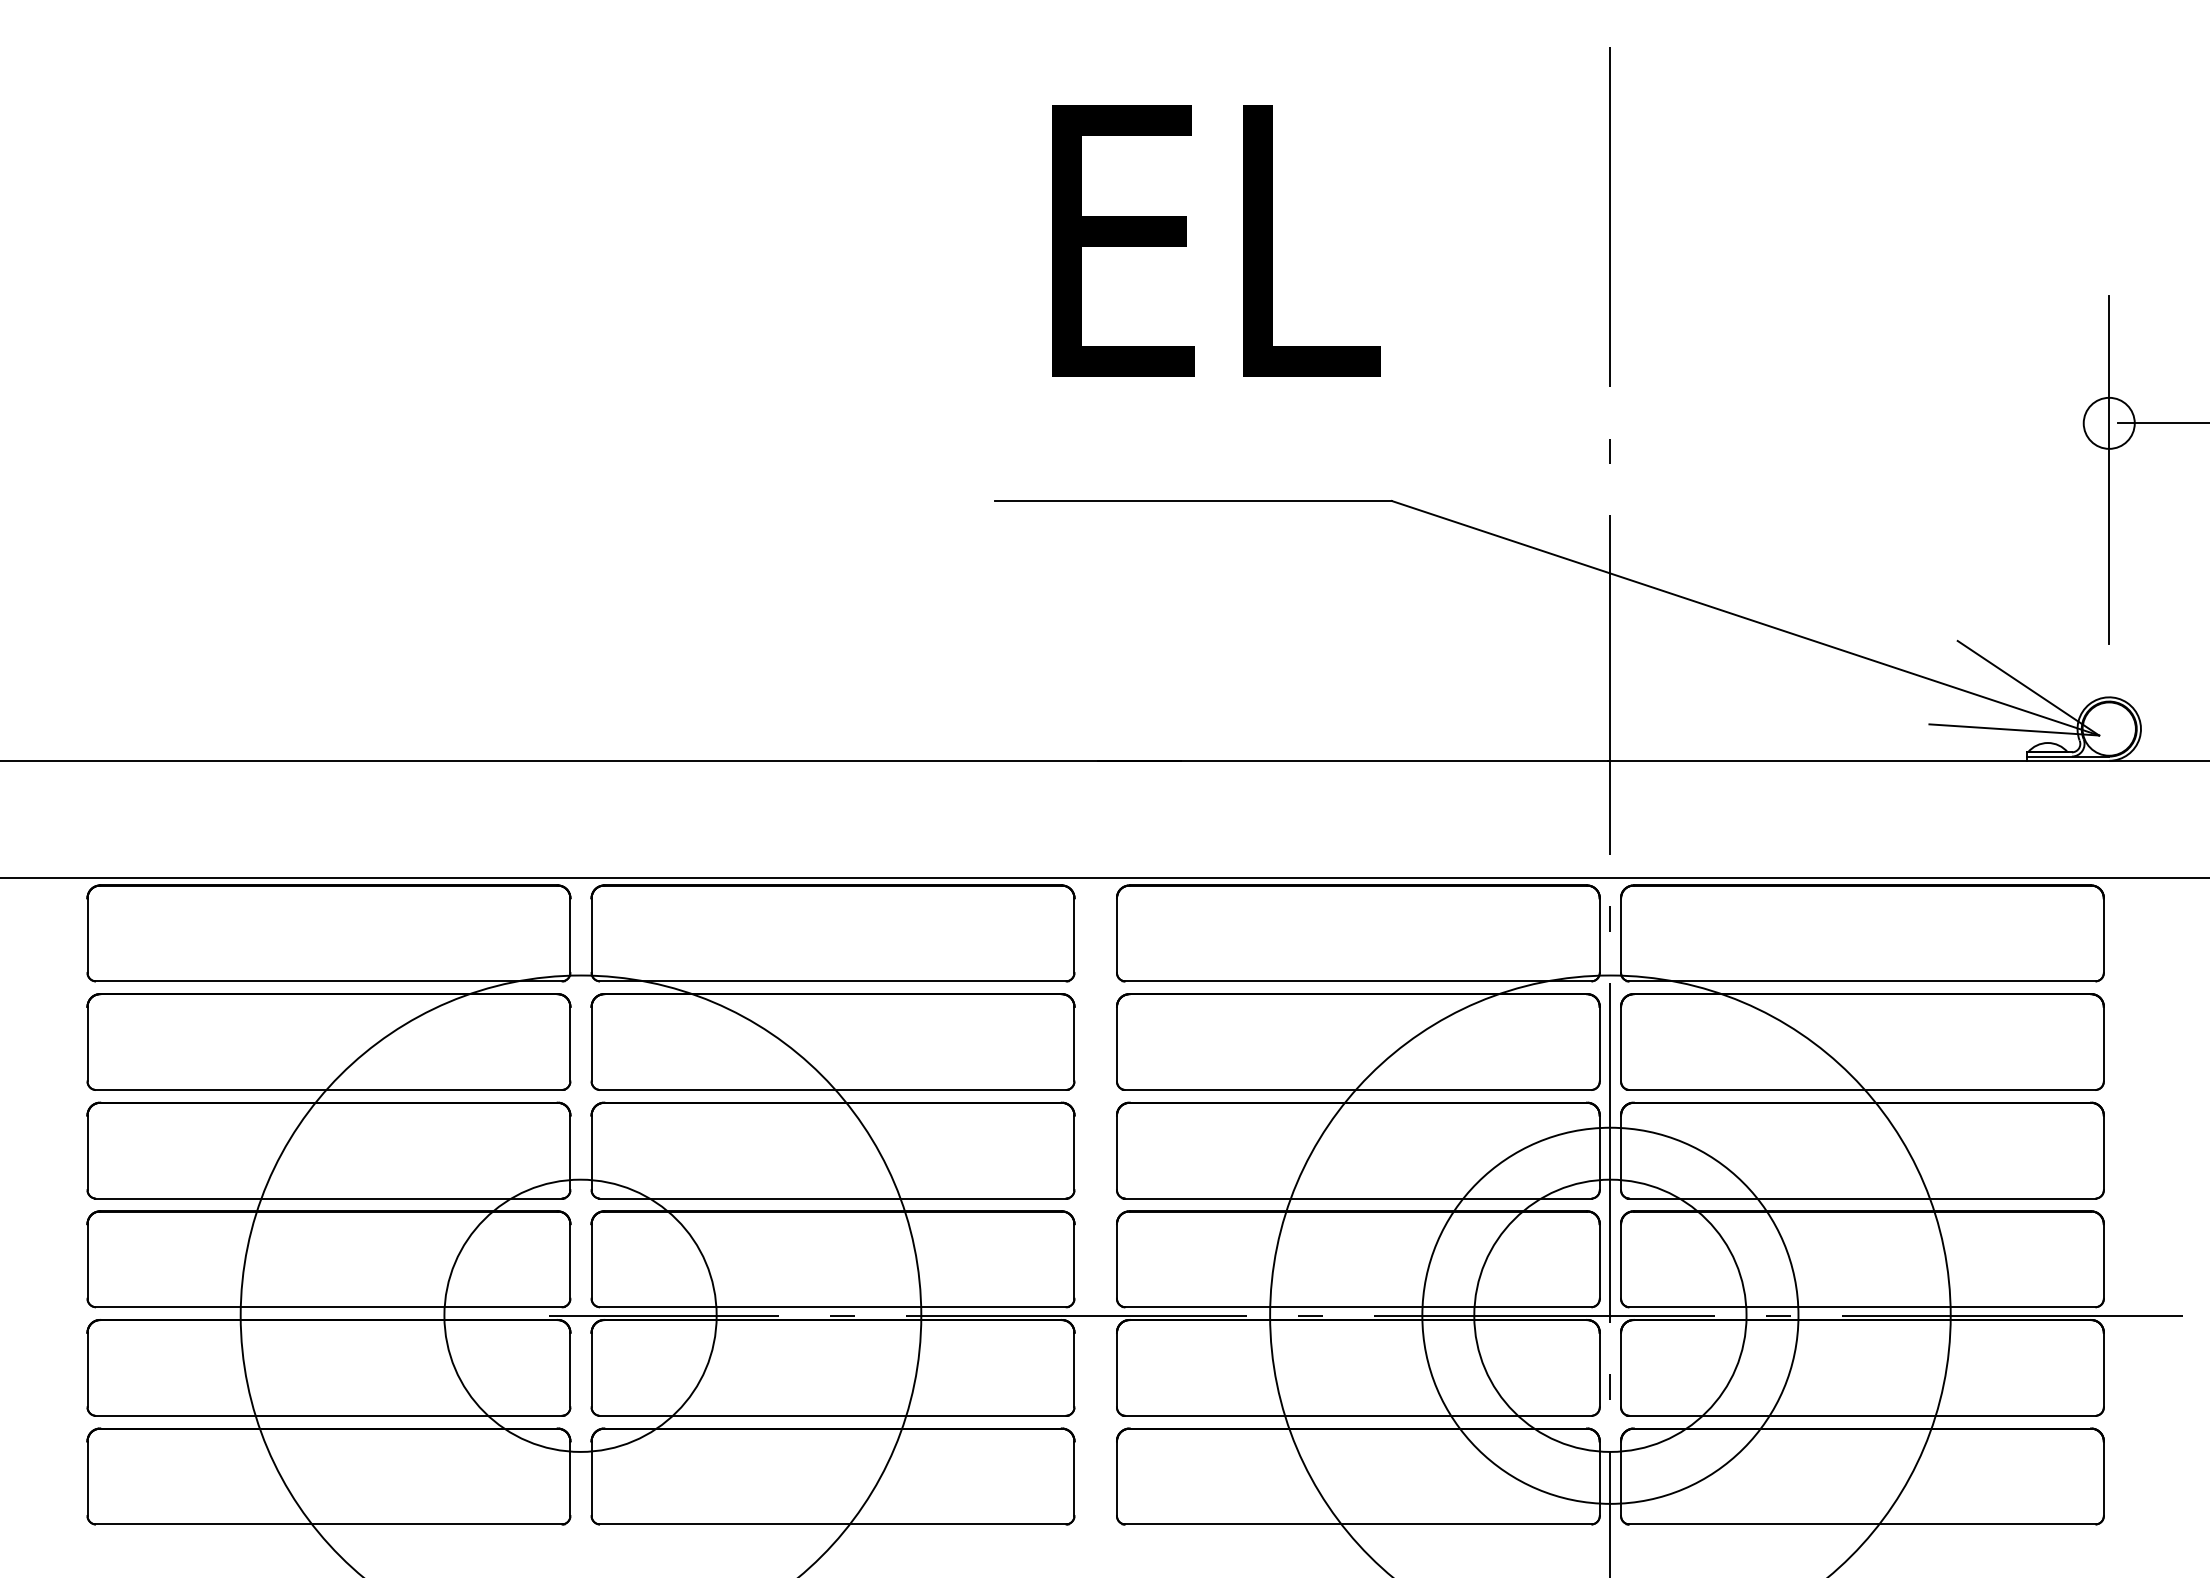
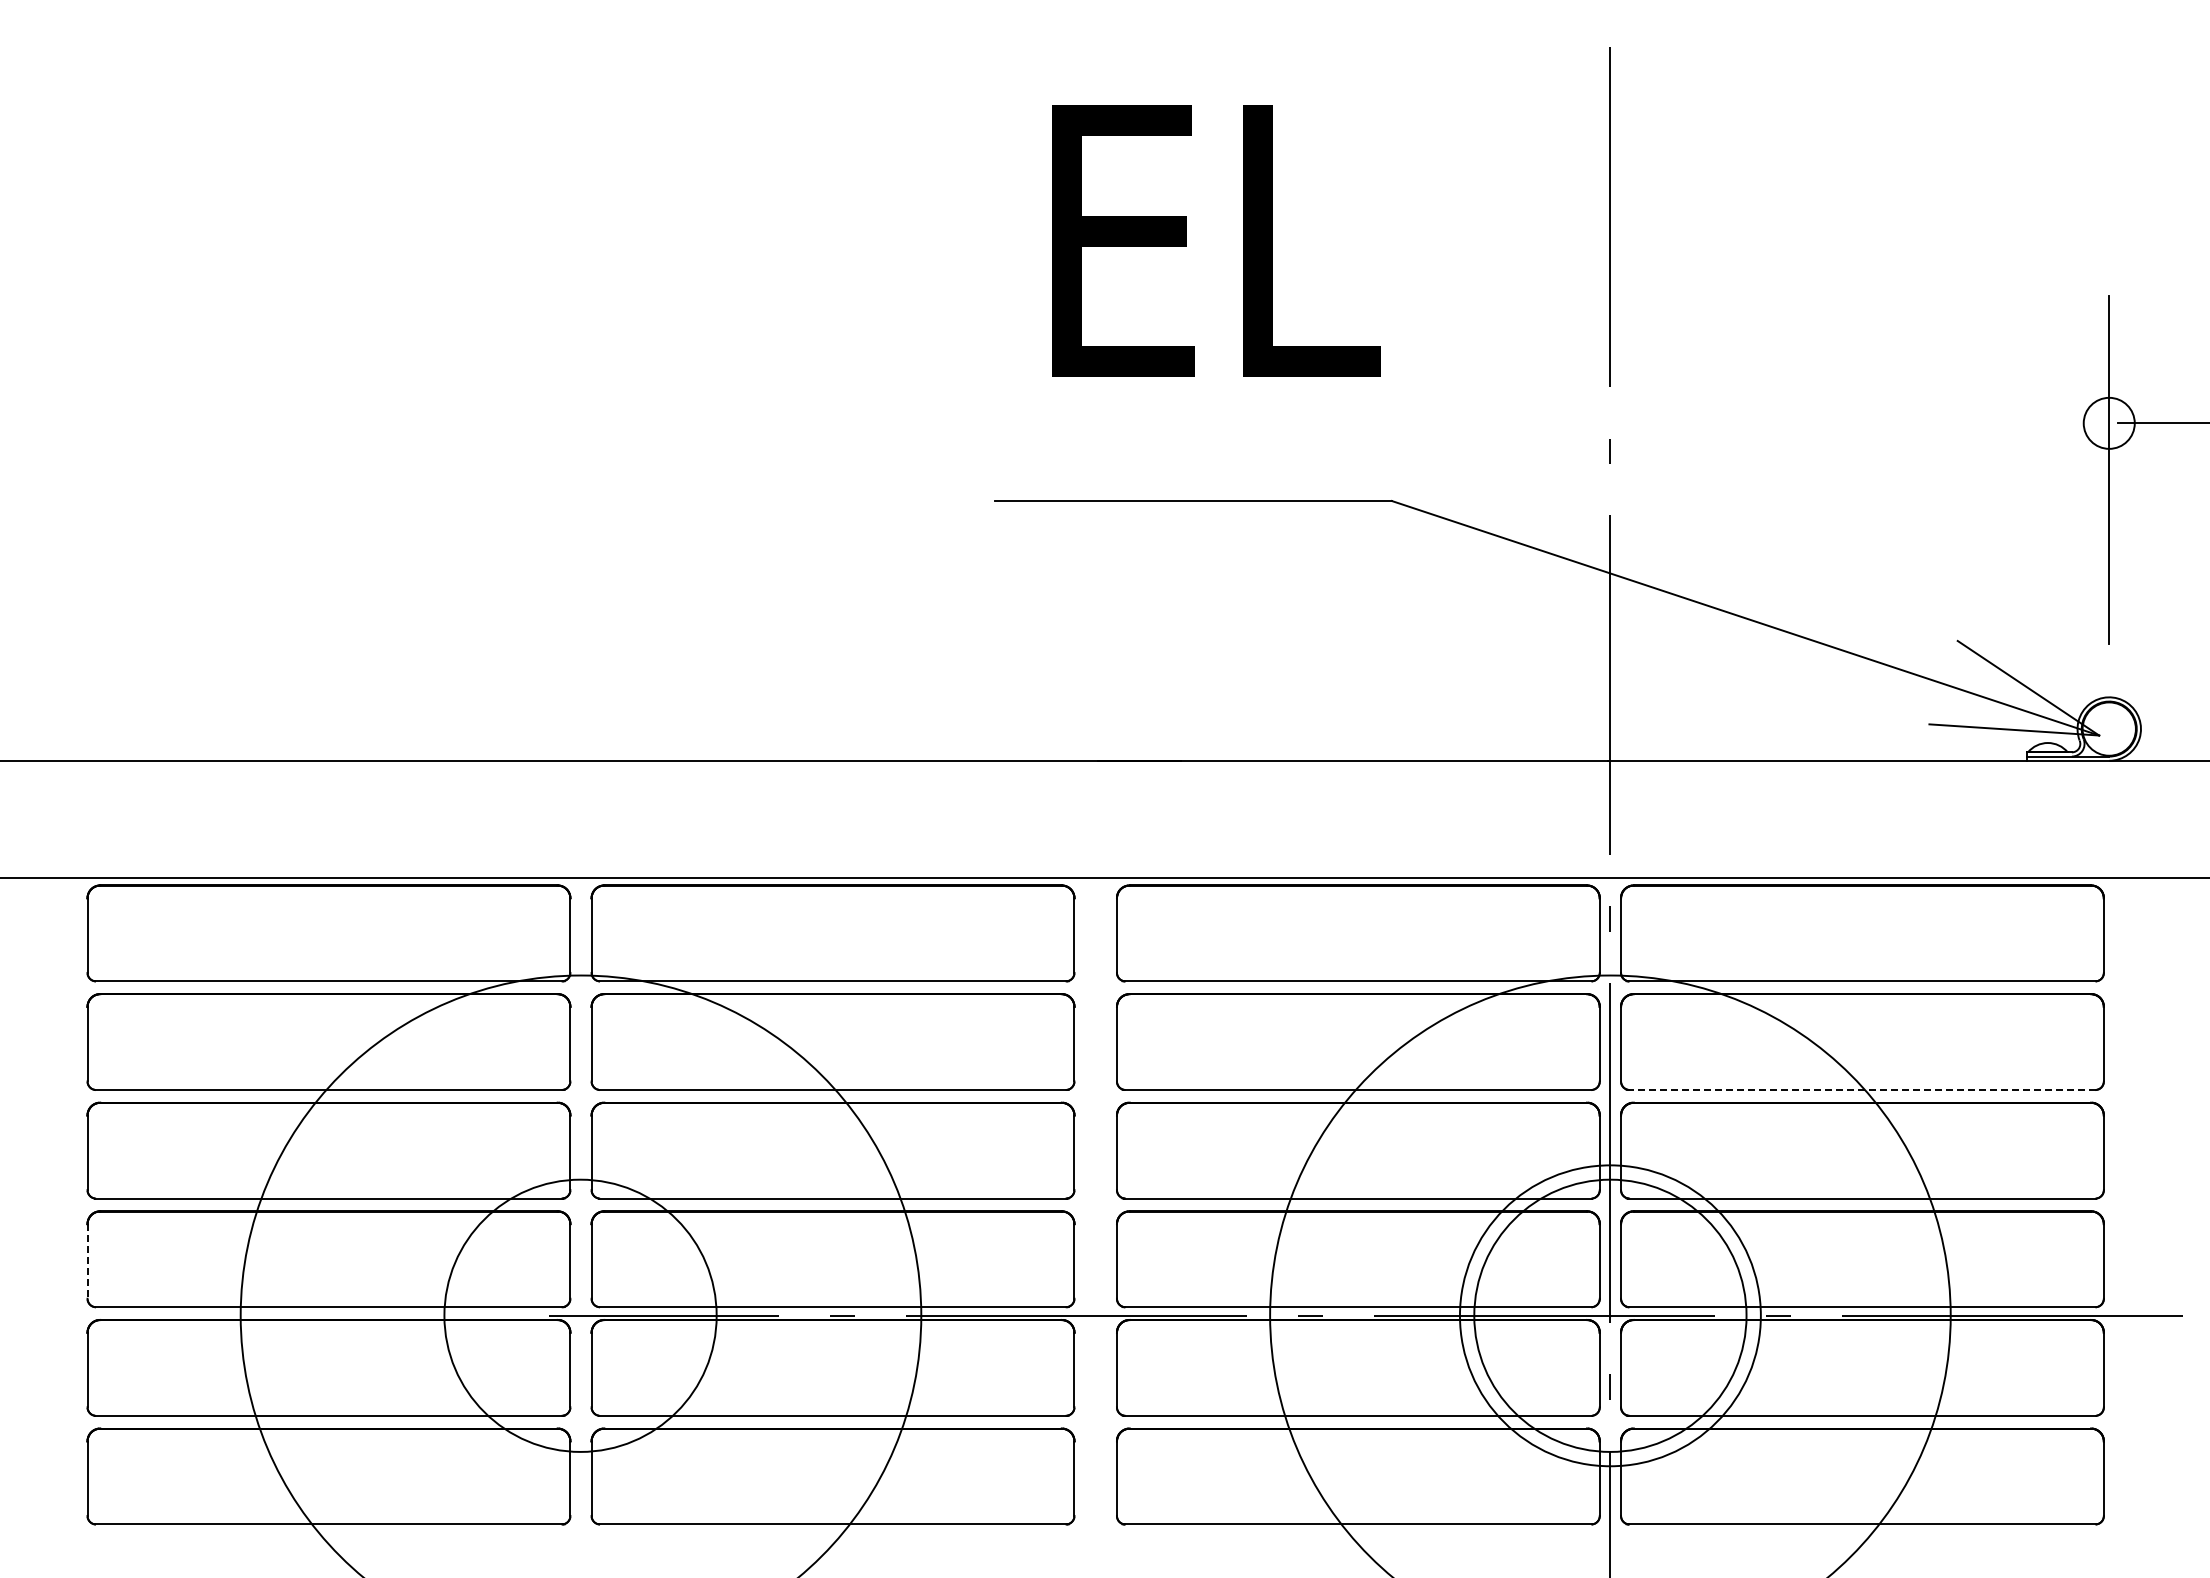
line at (1861, 1089): solid -> dashed
line at (87, 1262): solid -> dashed
circle at (1610, 1315) diameter: 376 px -> 301 px
